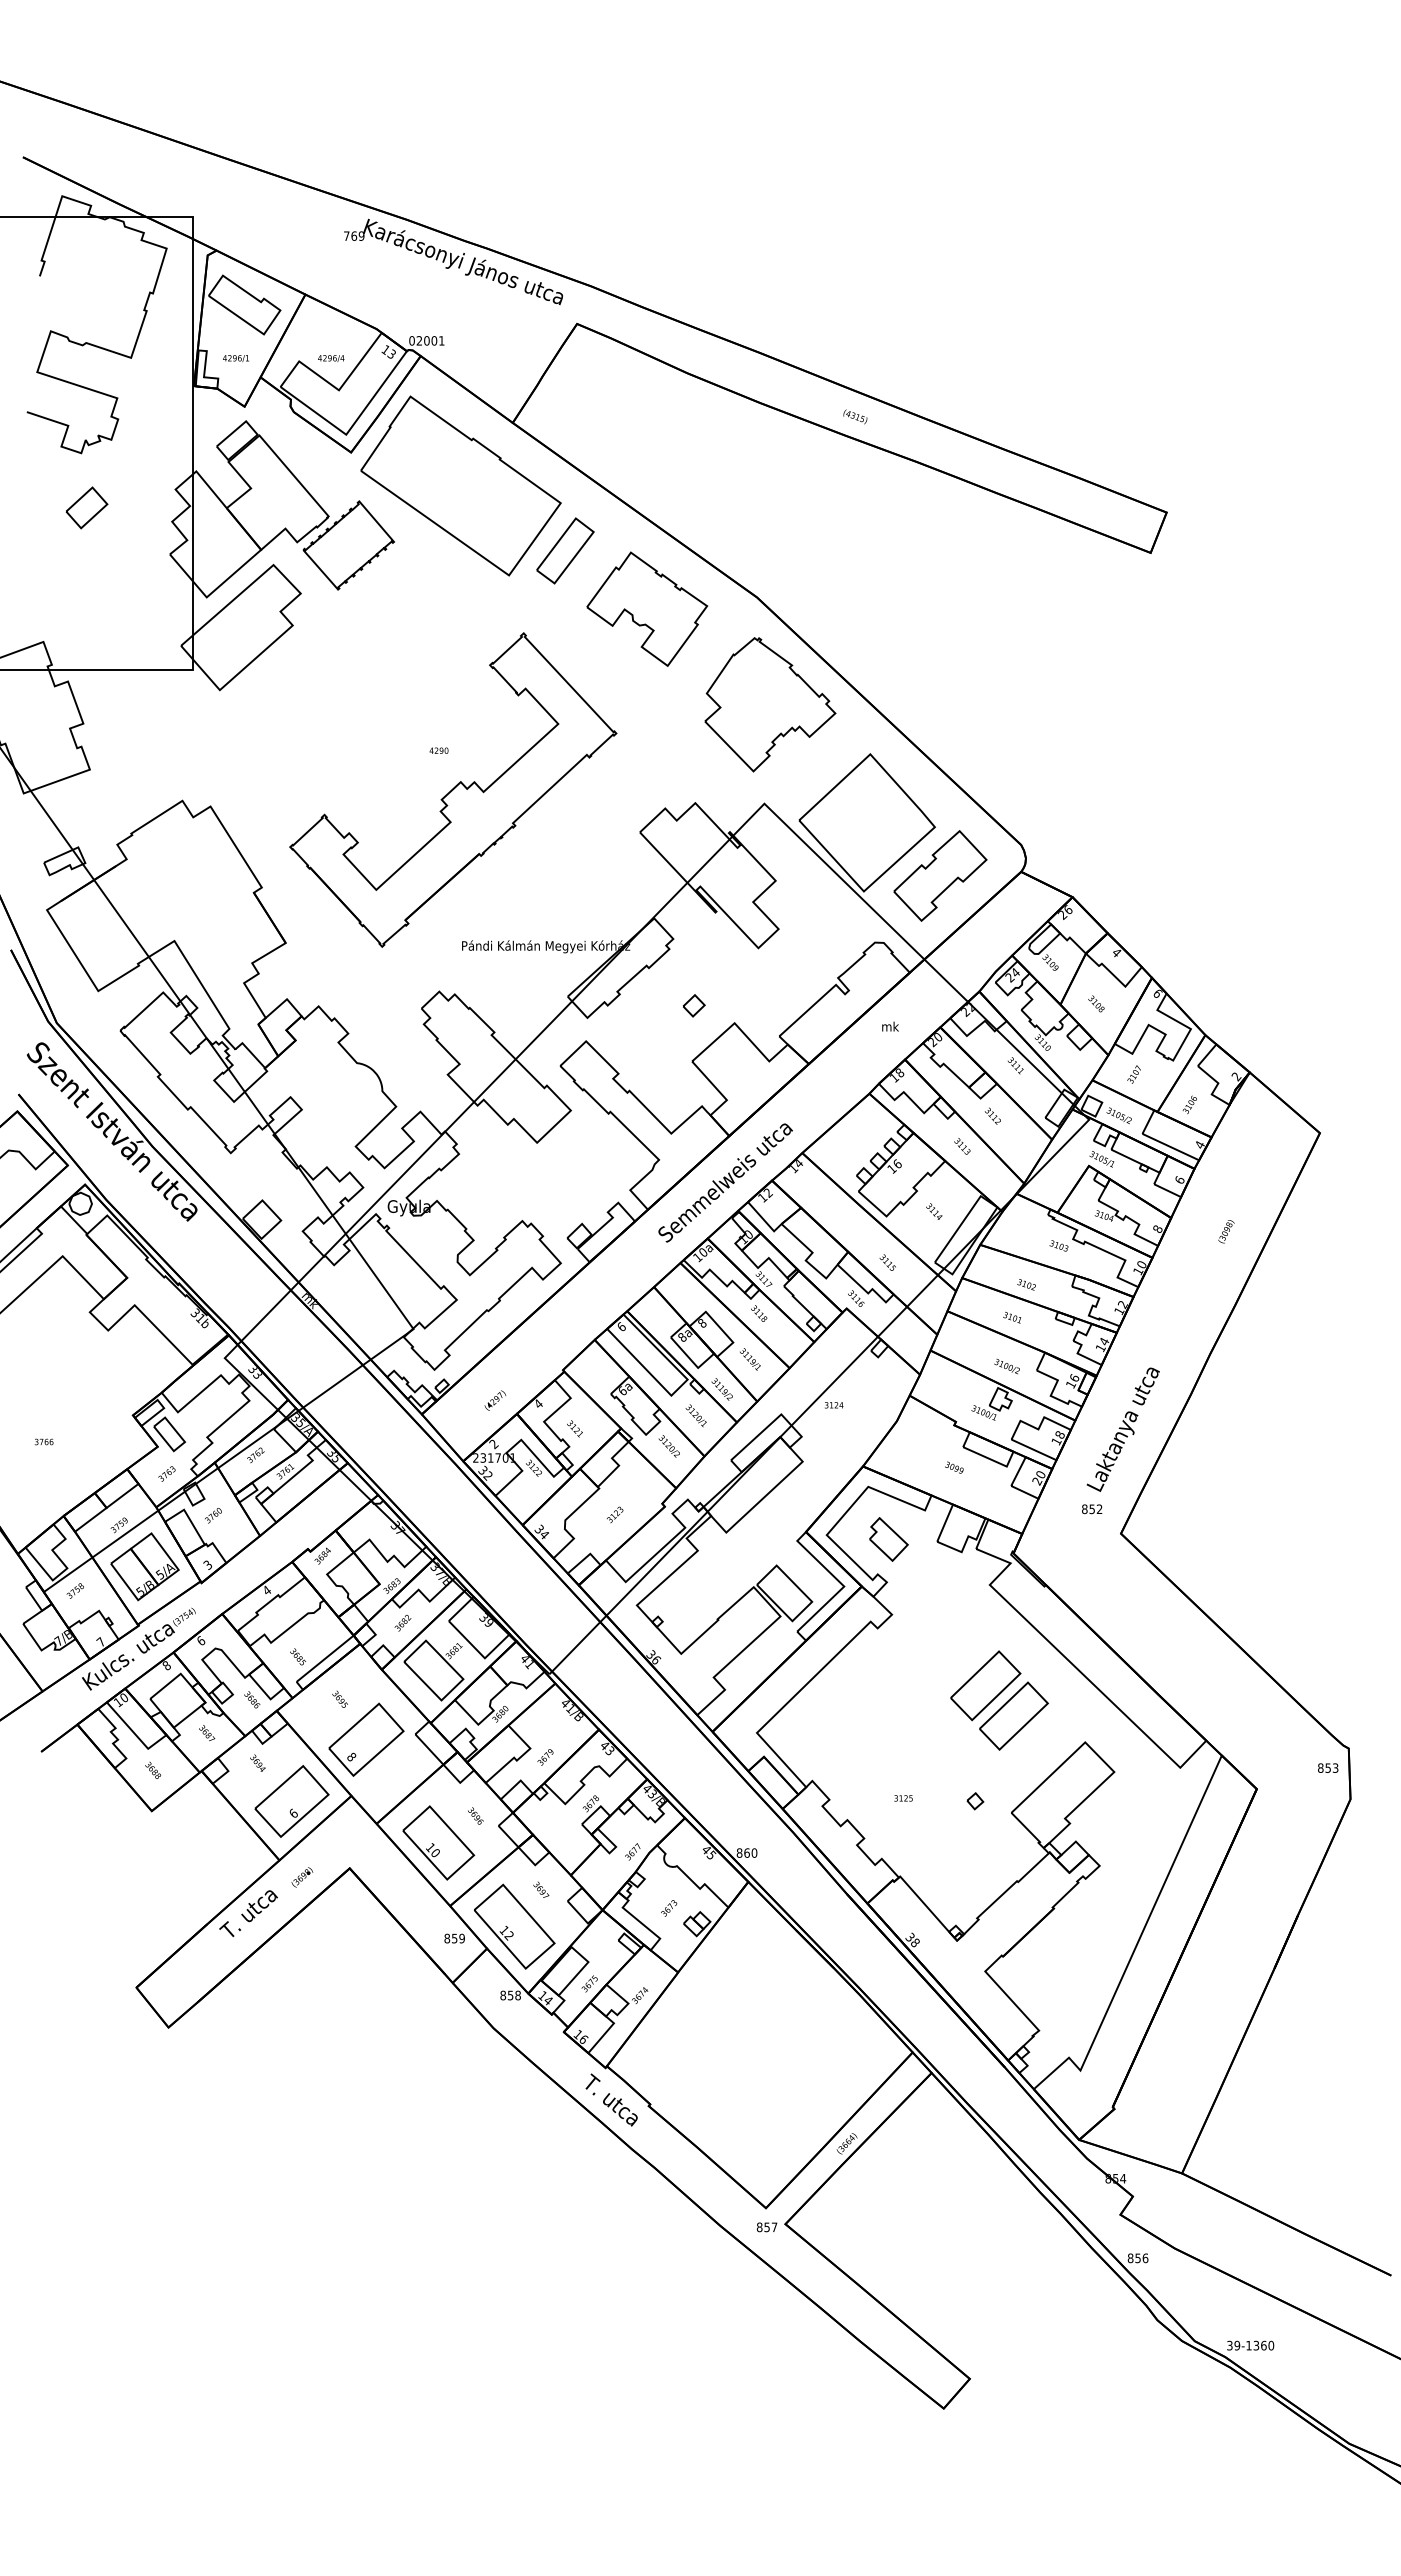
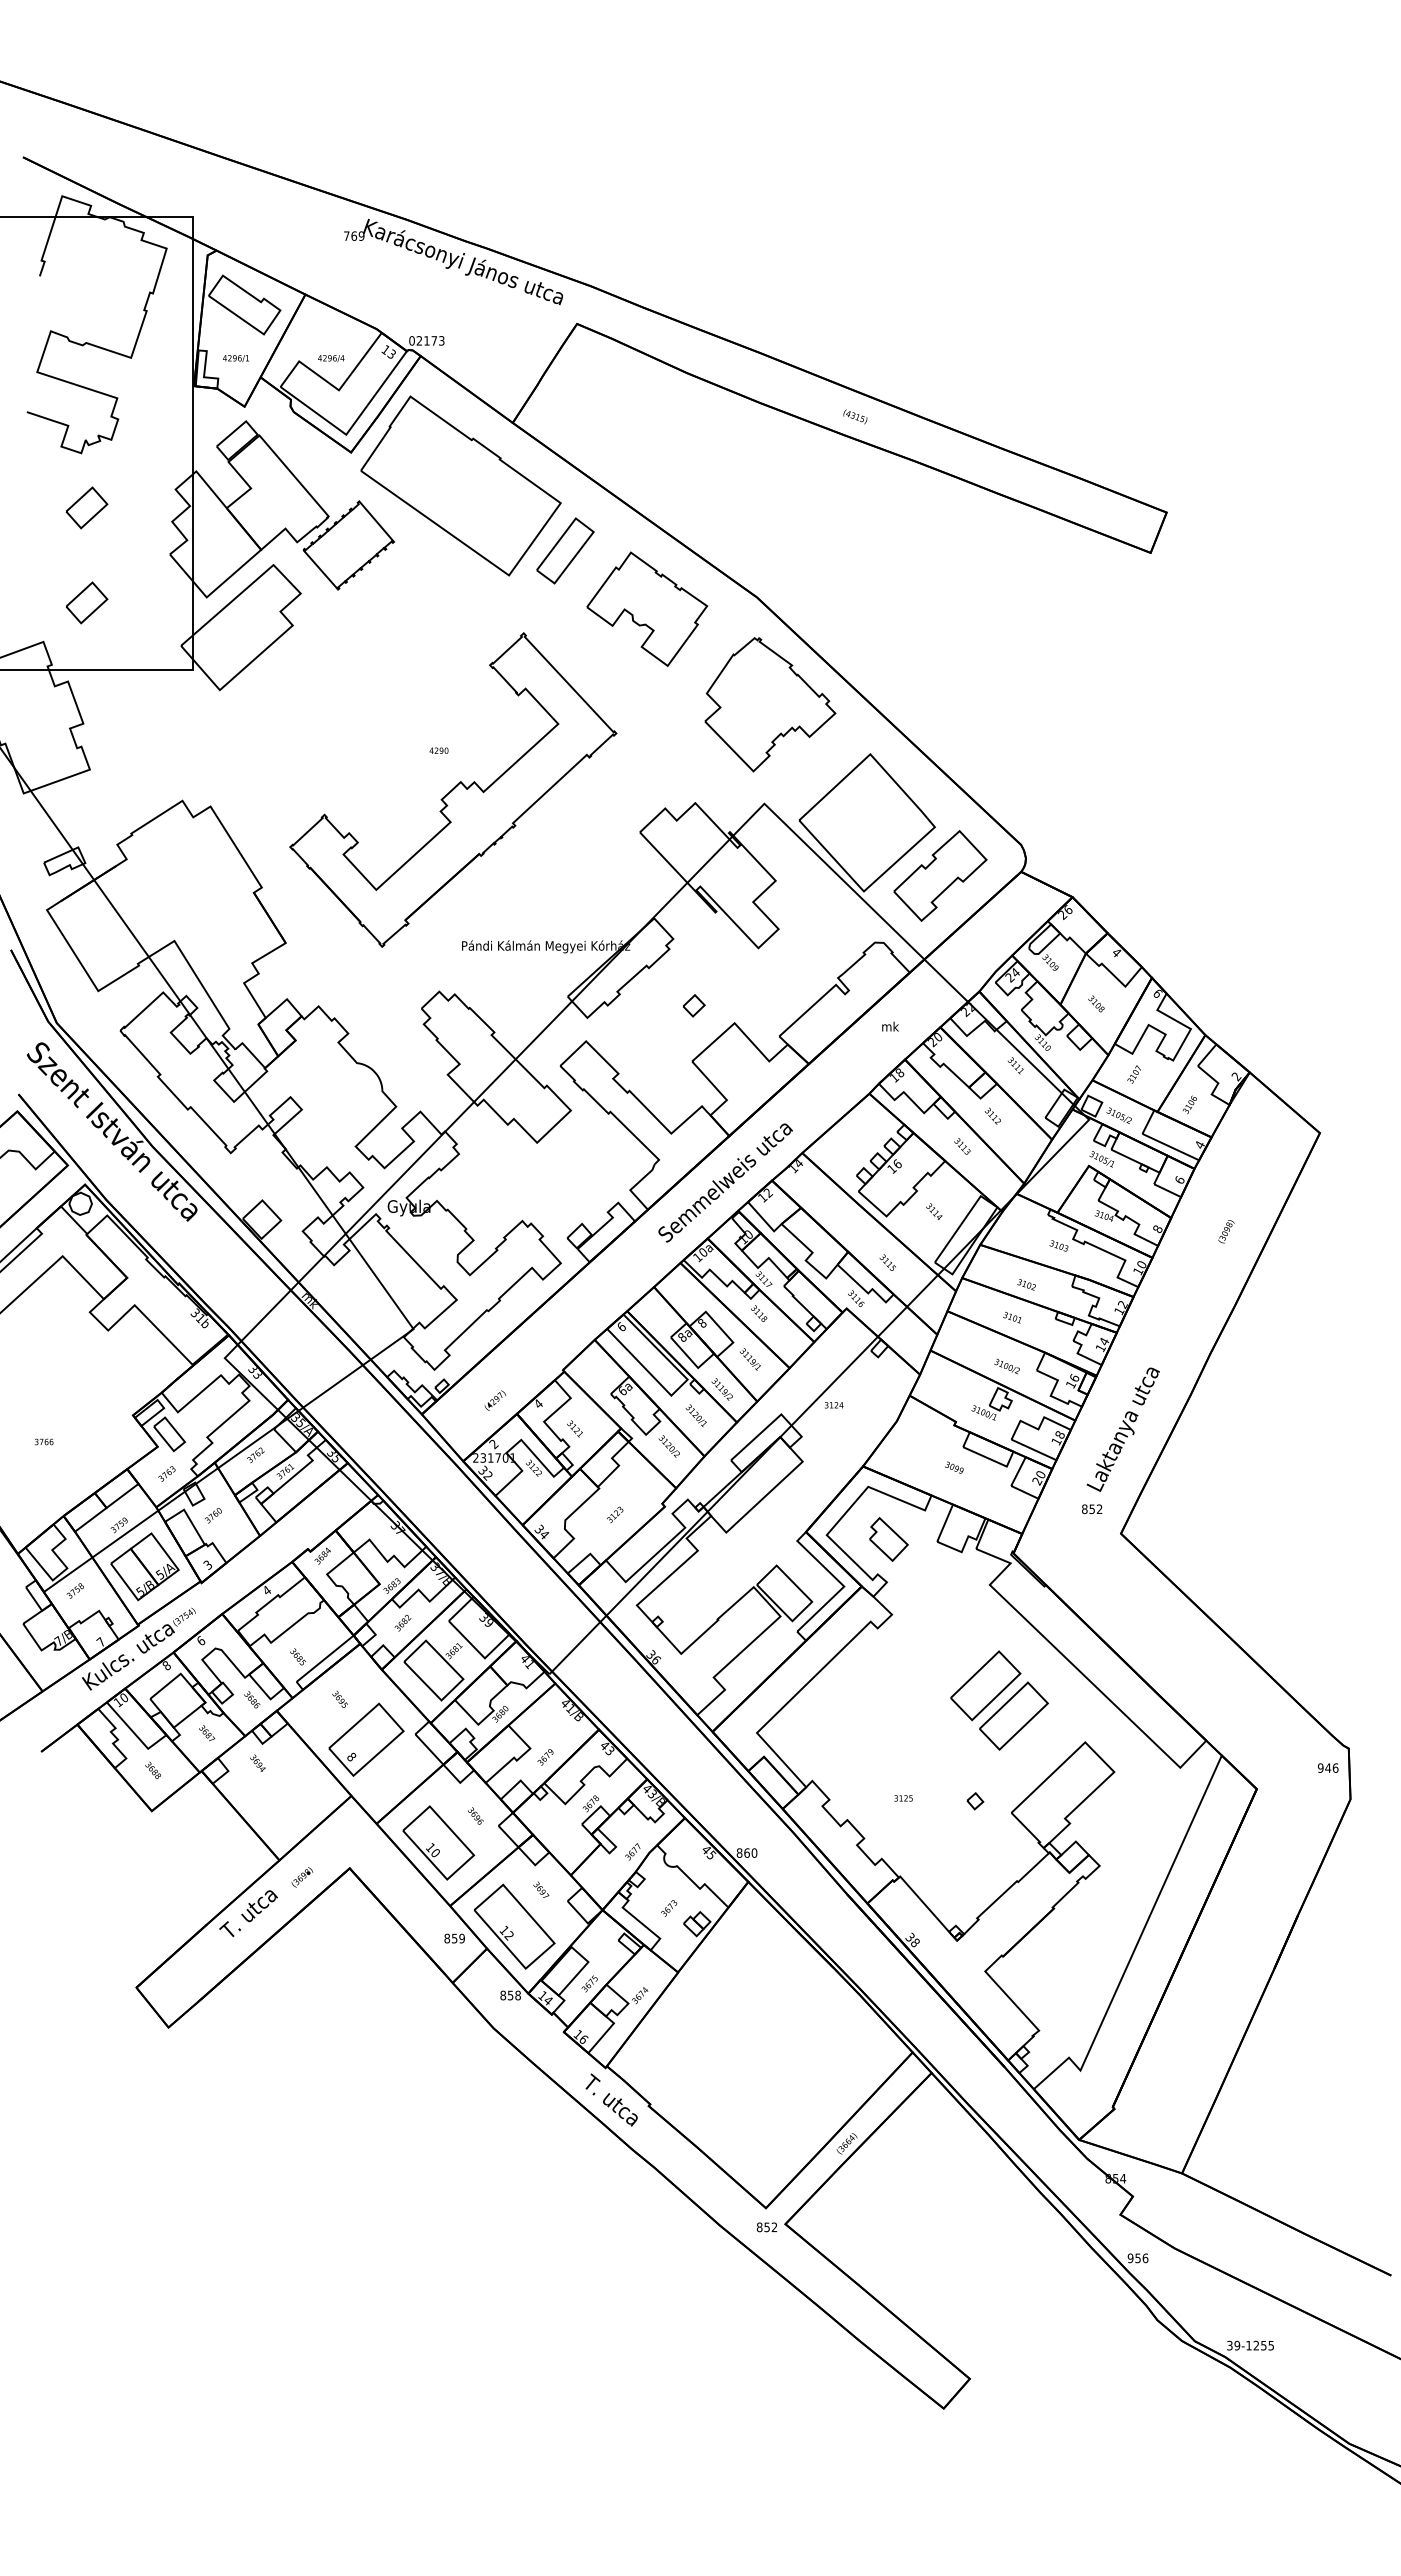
text at (434, 340): 02001 -> 02173
part at (86, 602): none -> present
text at (1327, 1767): 853 -> 946
part at (291, 1801): present -> none
text at (774, 2227): 857 -> 852
text at (1130, 2258): 856 -> 956
text at (1263, 2345): 39-1360 -> 39-1255
